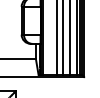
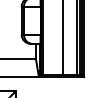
line at (56, 38): present -> none
line at (69, 38): present -> none
